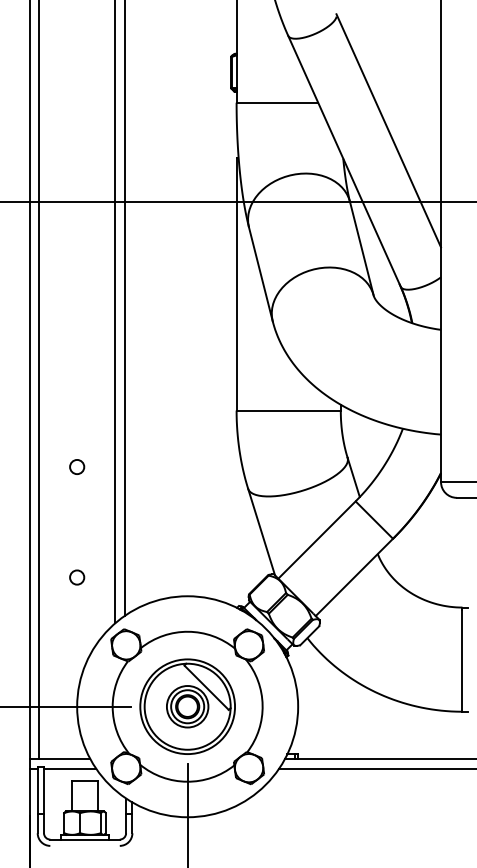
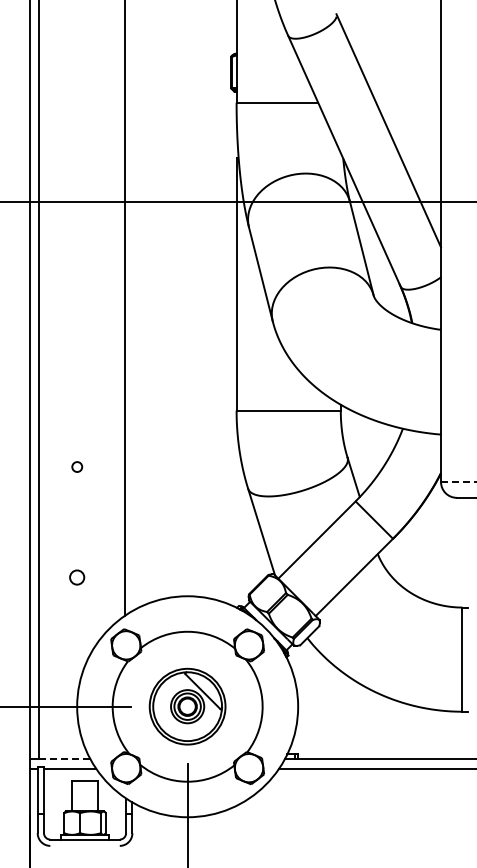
line at (115, 312): present -> none
circle at (77, 466) size: 17x16 px -> 13x12 px
line at (458, 482): solid -> dashed
part at (187, 706) size: 97x97 px -> 79x79 px
line at (64, 759): solid -> dashed
